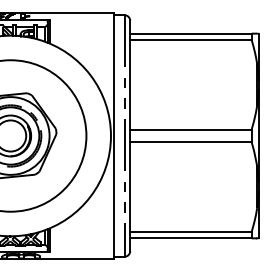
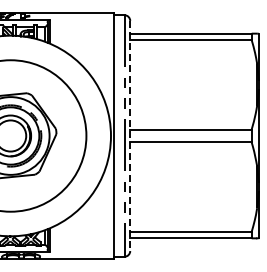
line at (130, 136): solid -> dashed
